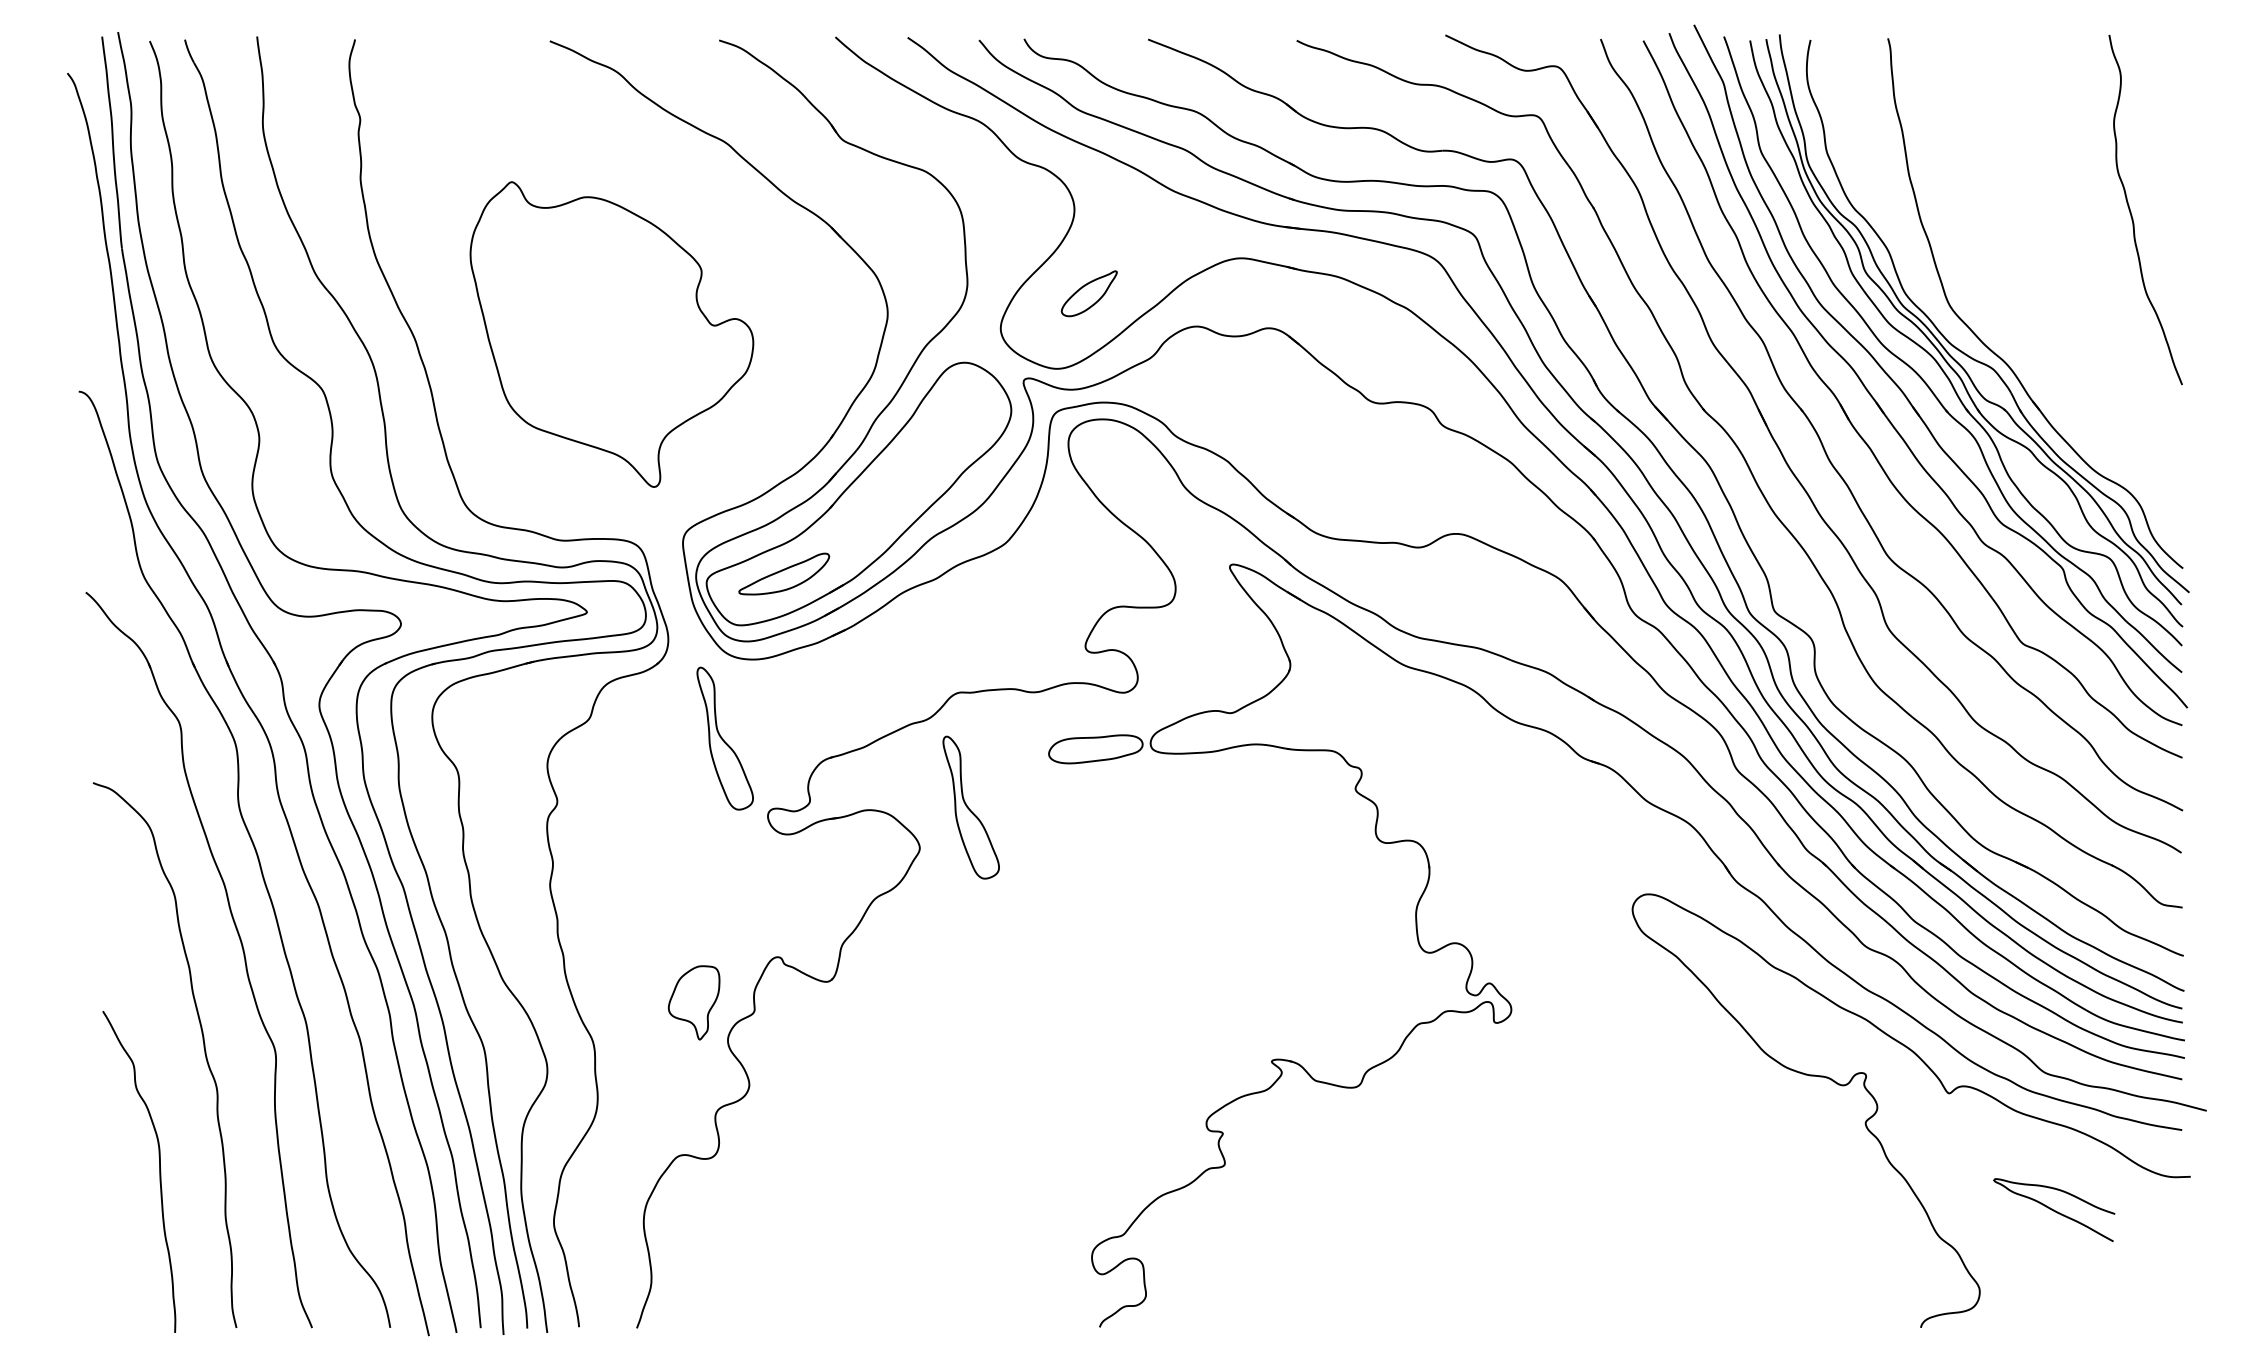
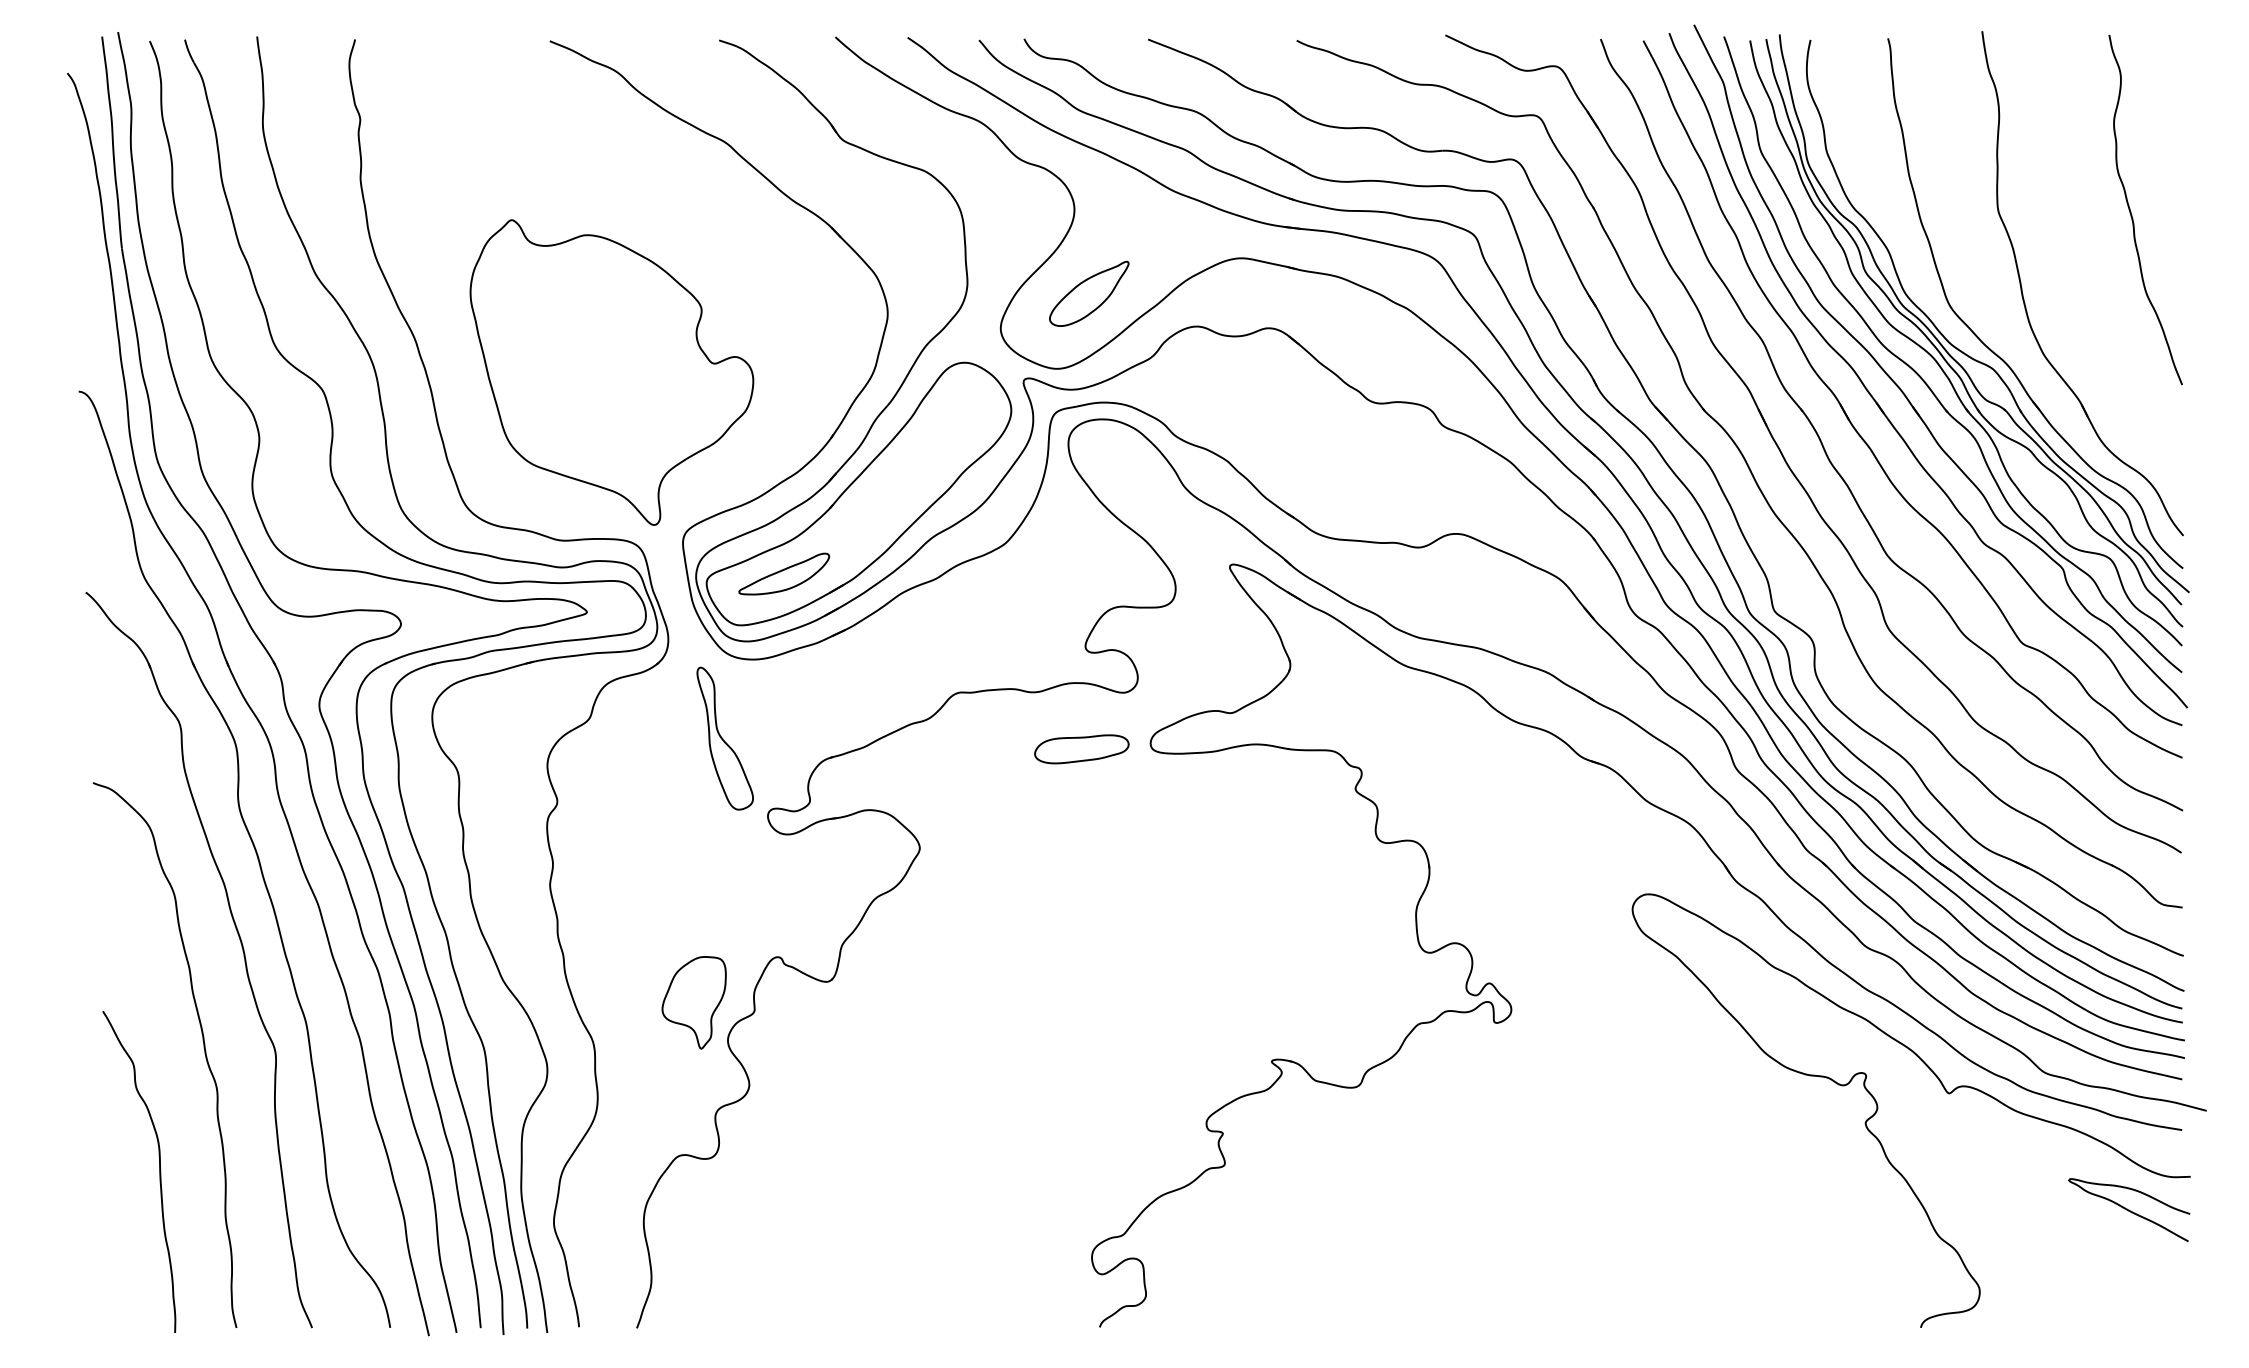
part at (1088, 293) size: 58x48 px -> 81x67 px
part at (2023, 293): none -> present
part at (611, 334) position: (611, 334) -> (611, 372)
part at (1095, 749) position: (1095, 749) -> (1081, 749)
part at (970, 807): present -> none
part at (693, 1002) size: 54x76 px -> 66x94 px
curve at (2054, 1209) position: (2054, 1209) -> (2129, 1209)
